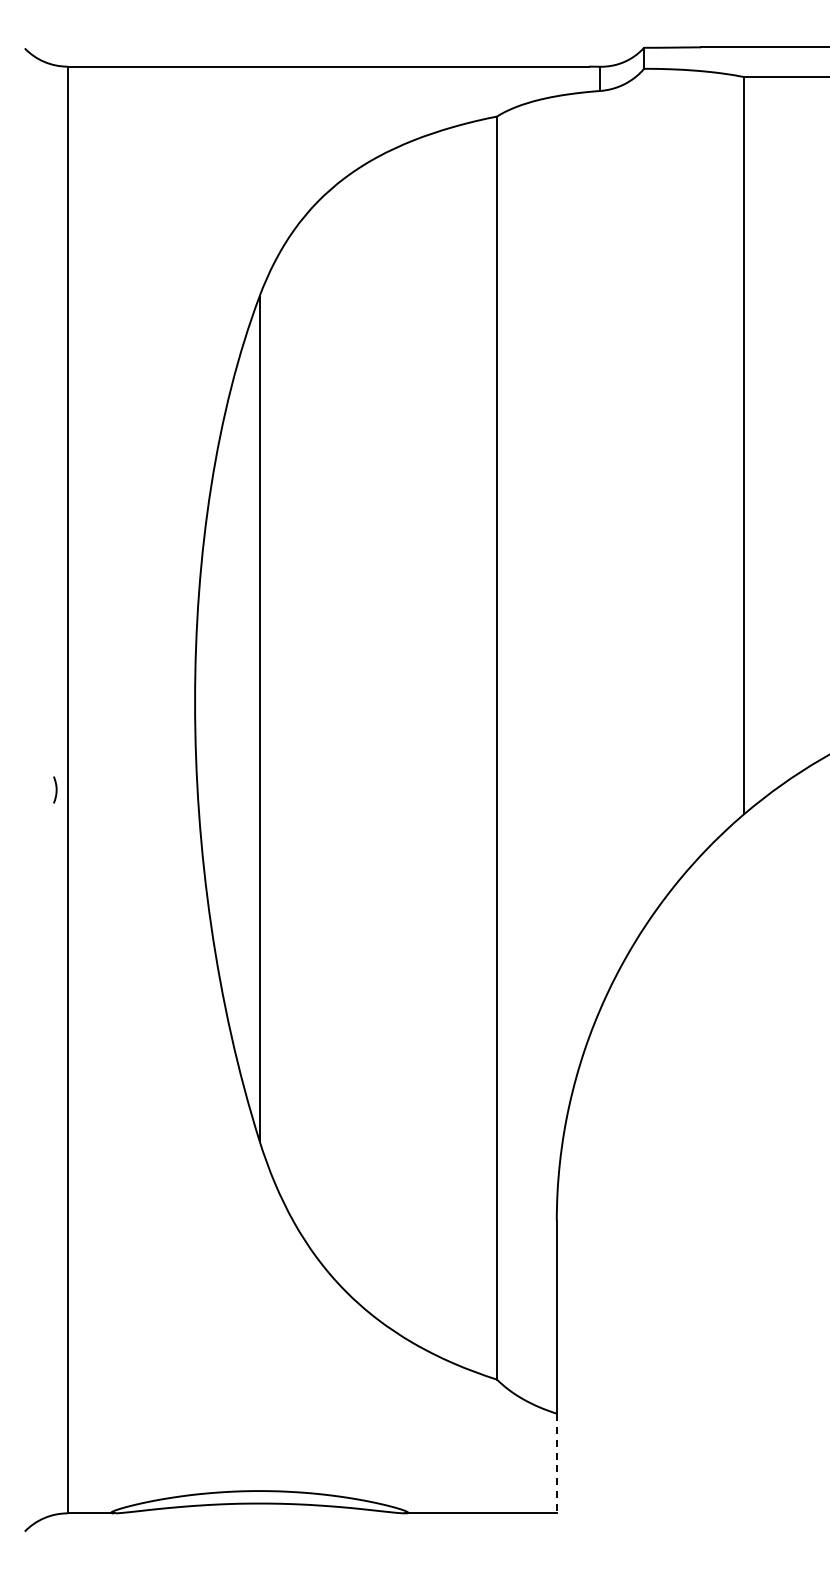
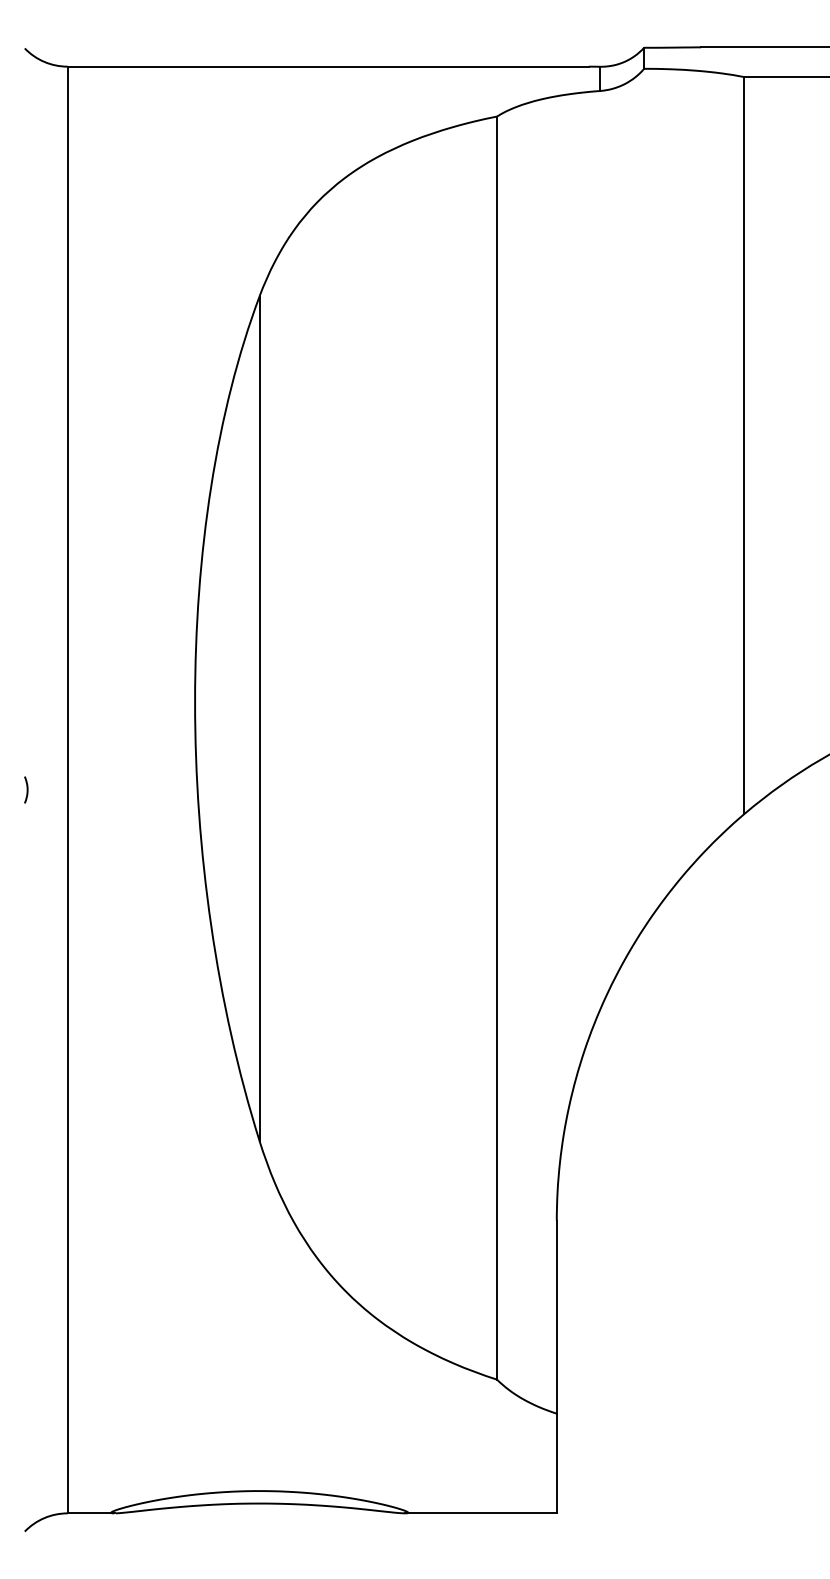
curve at (55, 789) position: (55, 789) -> (26, 789)
line at (556, 1463): dashed -> solid
